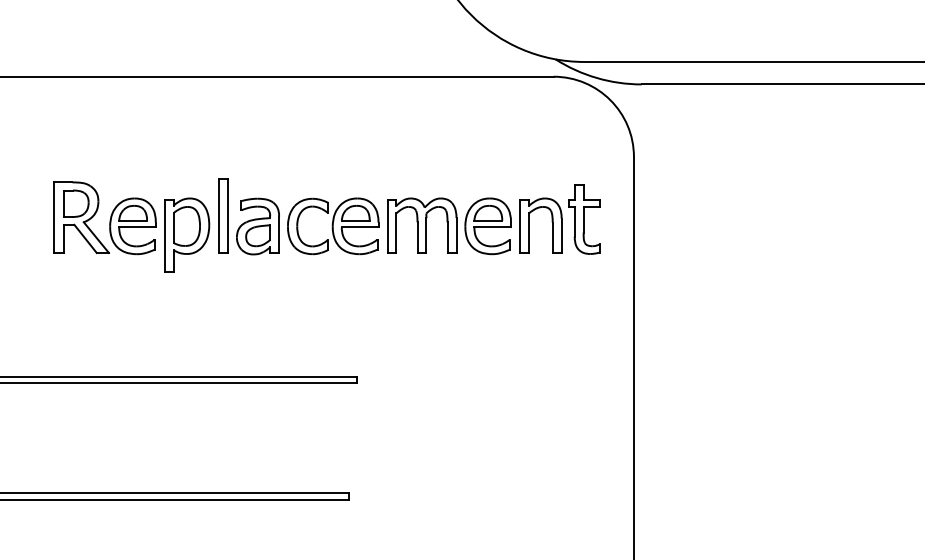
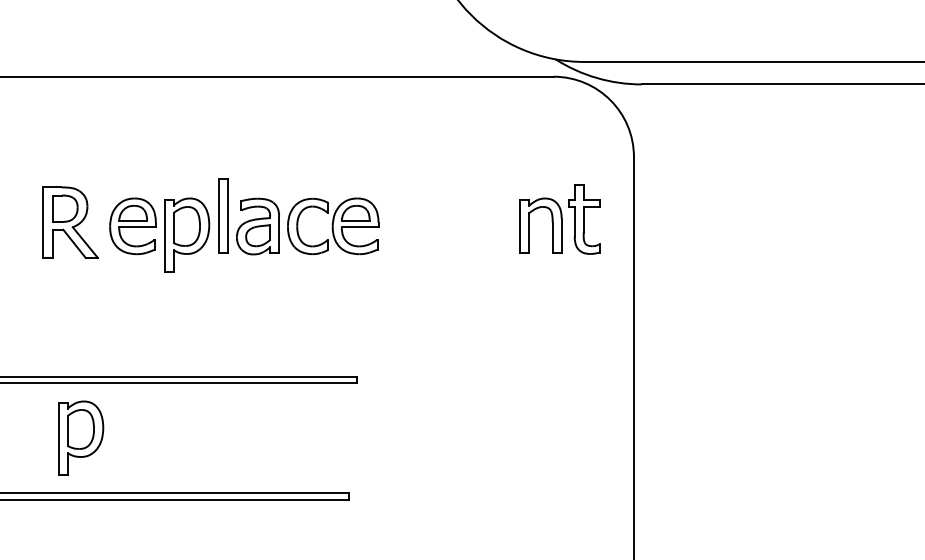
part at (81, 217) position: (81, 217) -> (70, 222)
part at (449, 226): present -> none
part at (81, 437): none -> present
